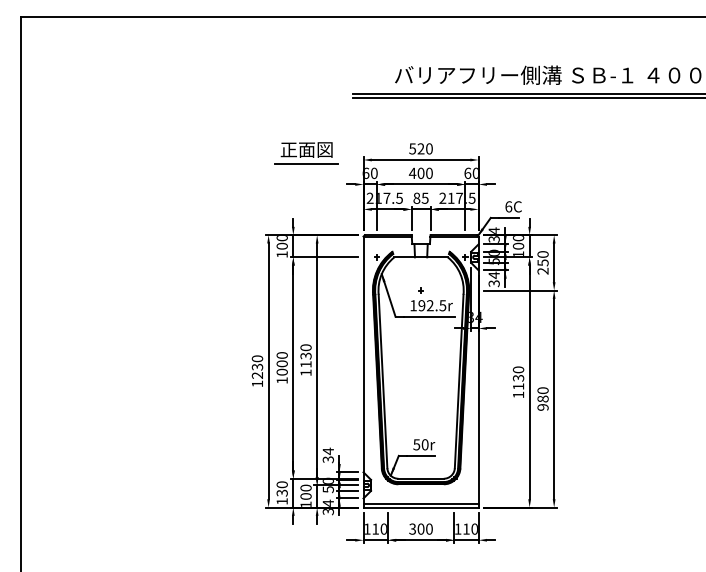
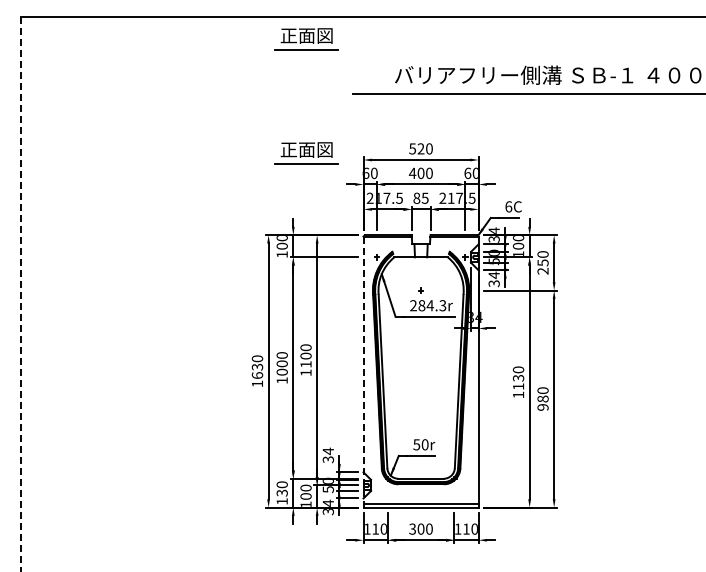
part at (306, 39): none -> present
line at (527, 98): present -> none
line at (21, 294): solid -> dashed
text at (428, 305): 192.5r -> 284.3r
text at (305, 355): 1130 -> 1100
line at (363, 372): solid -> dashed
text at (257, 375): 1230 -> 1630
